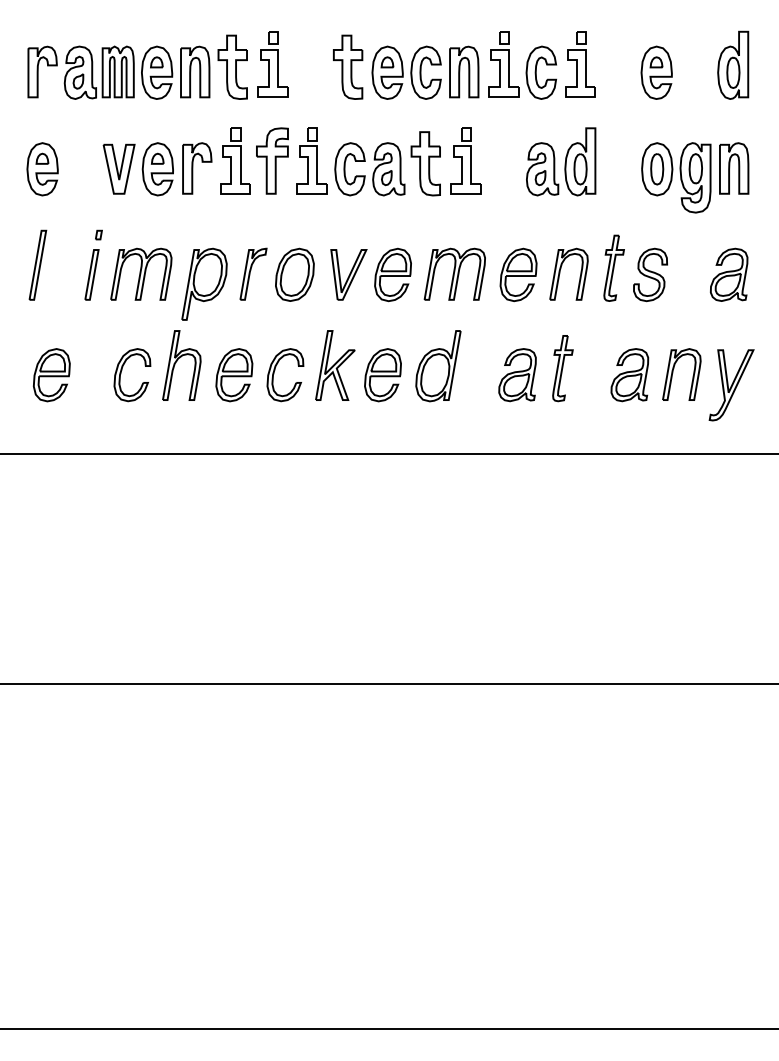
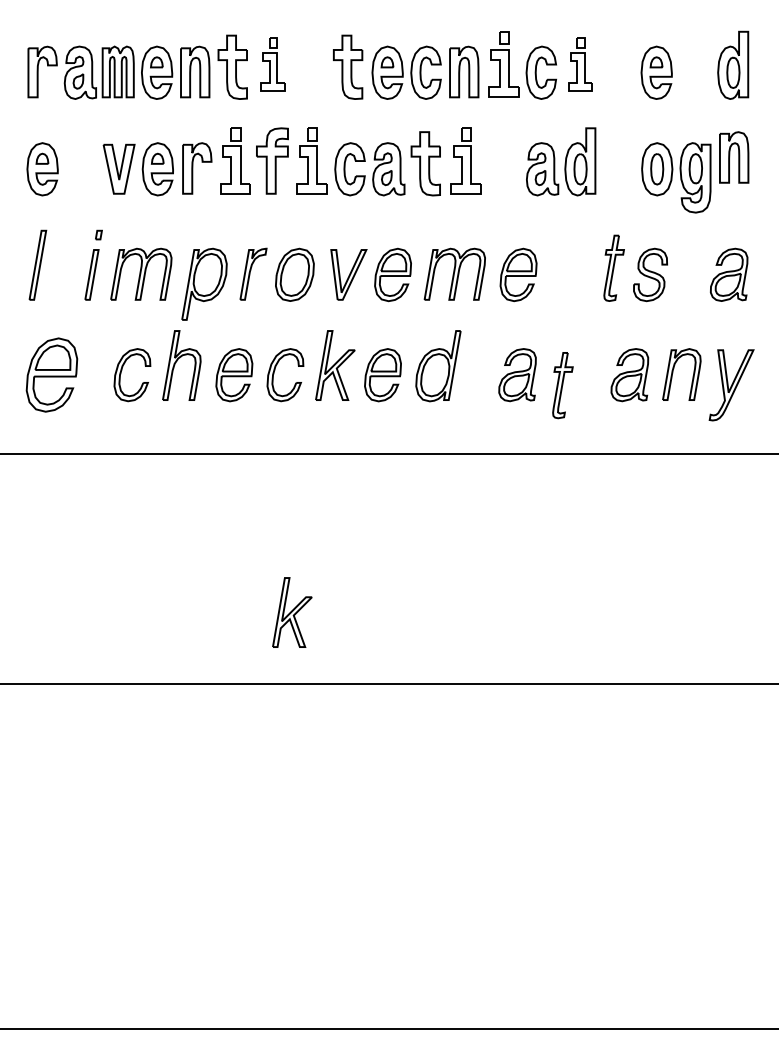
part at (272, 64) size: 32x67 px -> 26x55 px
part at (580, 64) size: 31x67 px -> 25x55 px
part at (734, 168) position: (734, 168) -> (734, 157)
part at (560, 273): present -> none
part at (562, 368) position: (562, 368) -> (562, 385)
part at (51, 375) size: 39x55 px -> 54x76 px
part at (292, 612): none -> present
